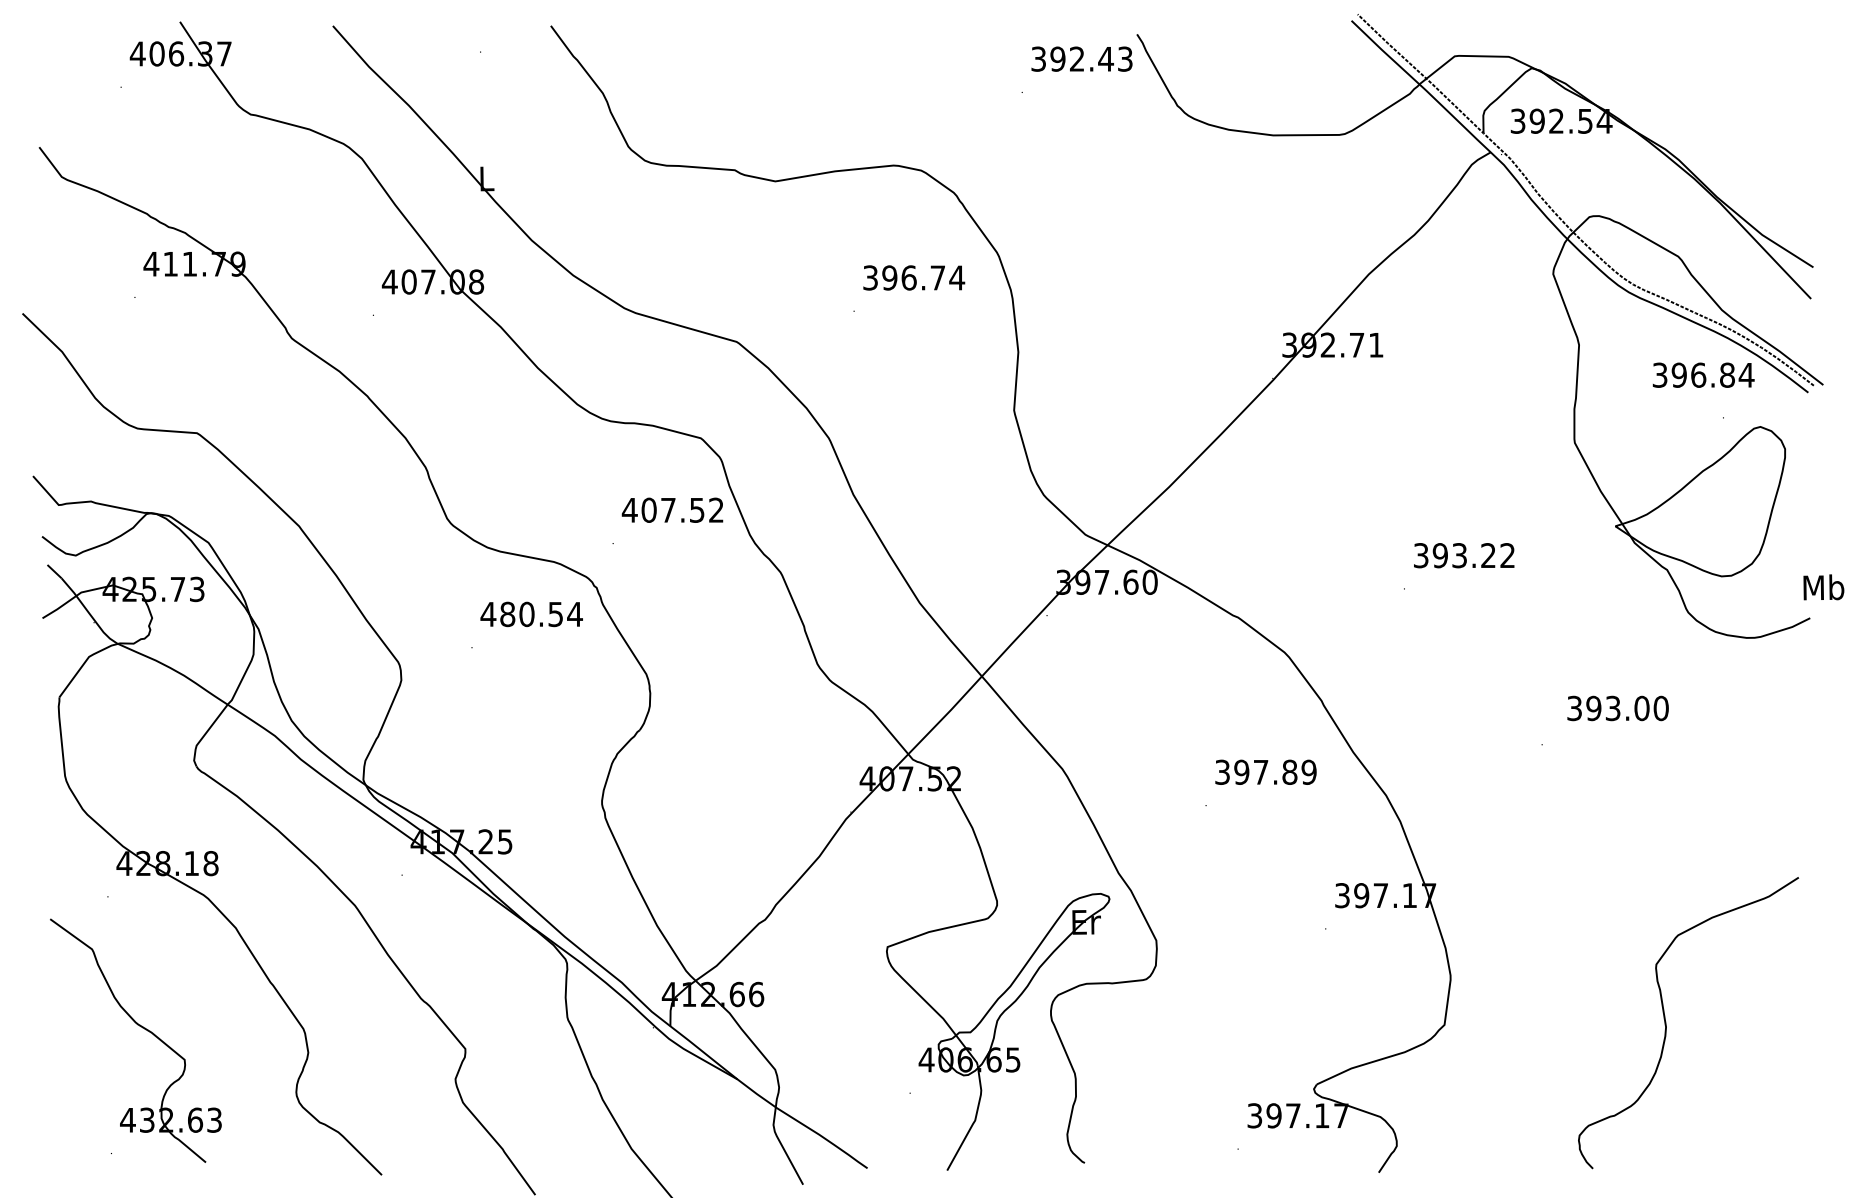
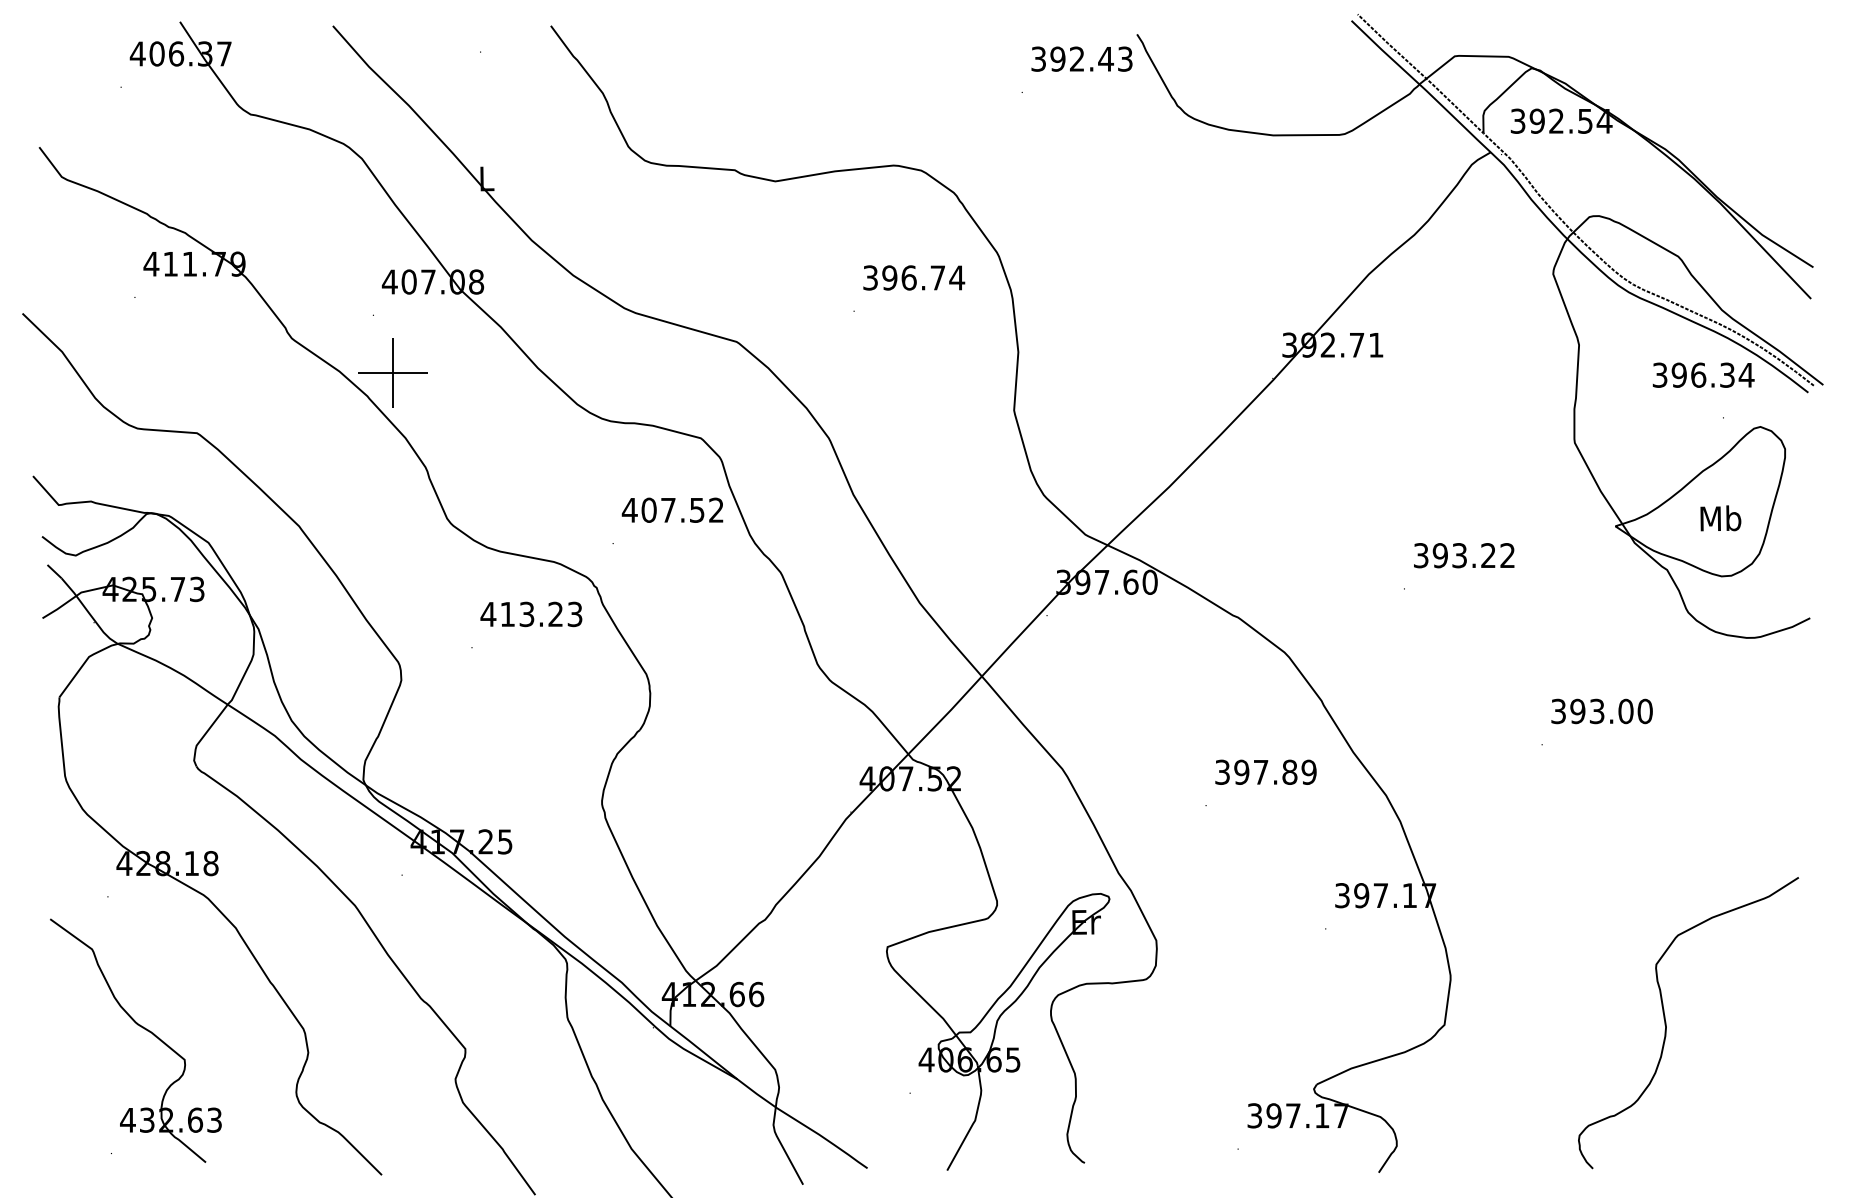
part at (392, 372): none -> present
text at (1727, 374): 396.84 -> 396.34
text at (1823, 587) position: (1823, 587) -> (1720, 518)
text at (541, 614): 480.54 -> 413.23
text at (1617, 708) position: (1617, 708) -> (1601, 711)
